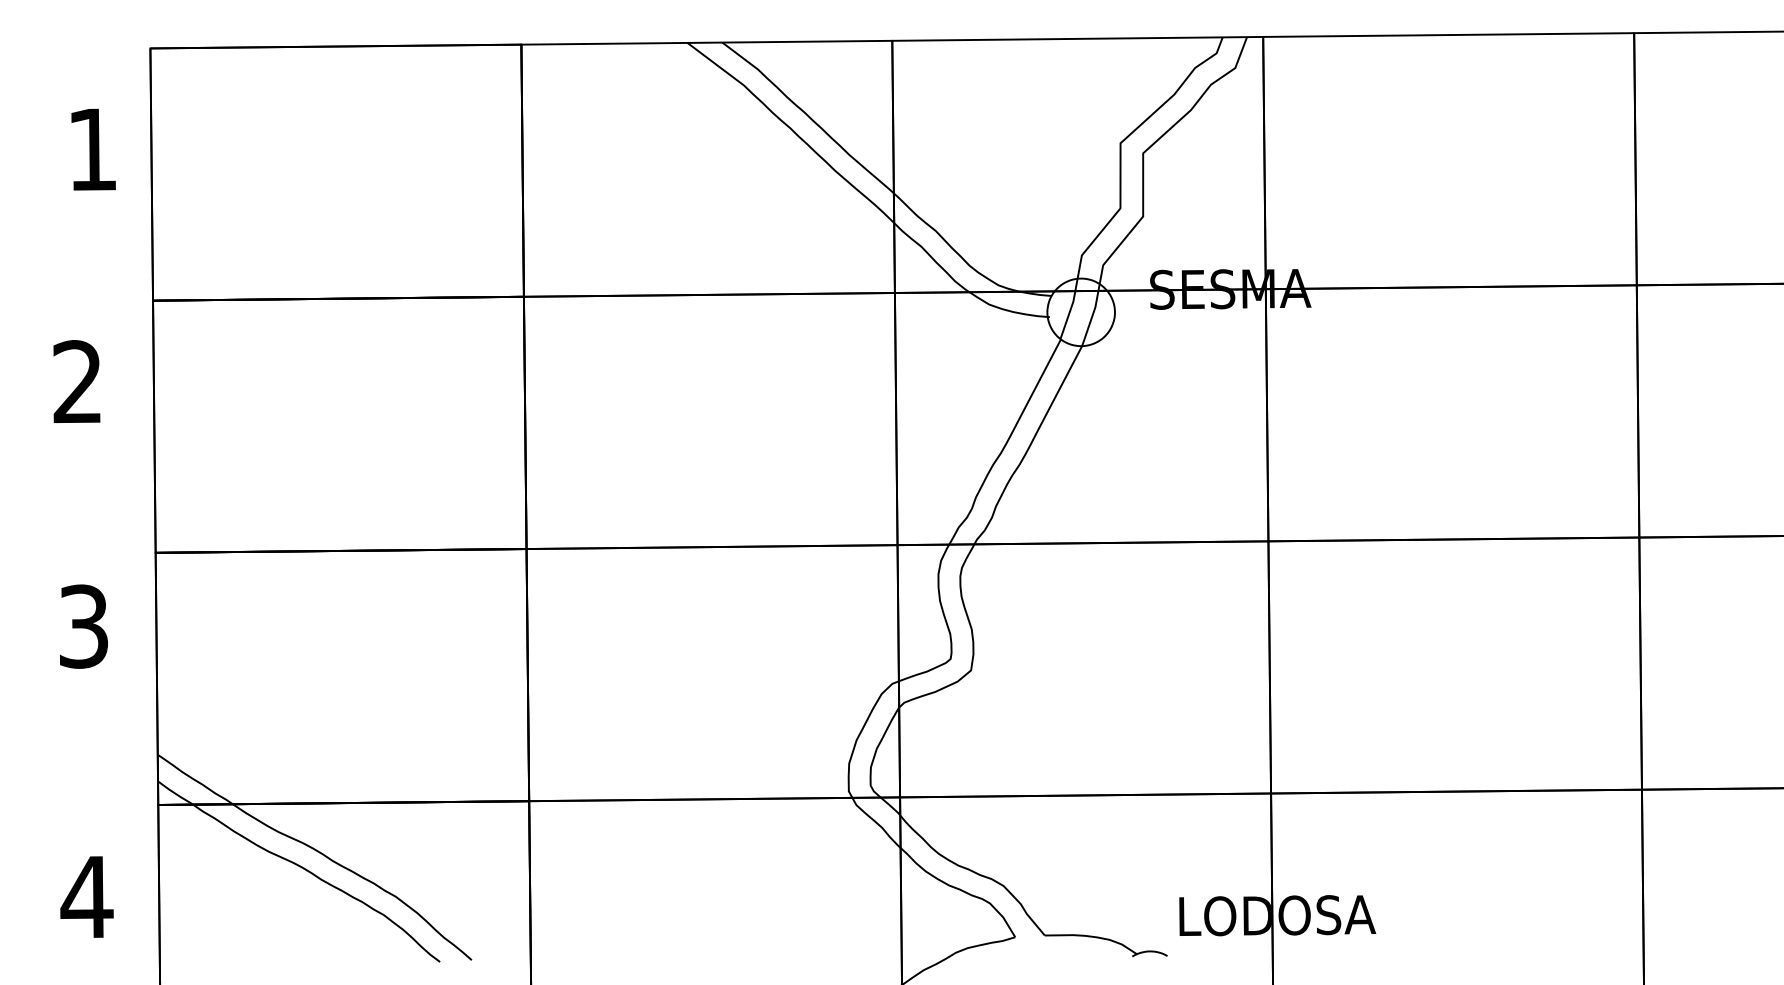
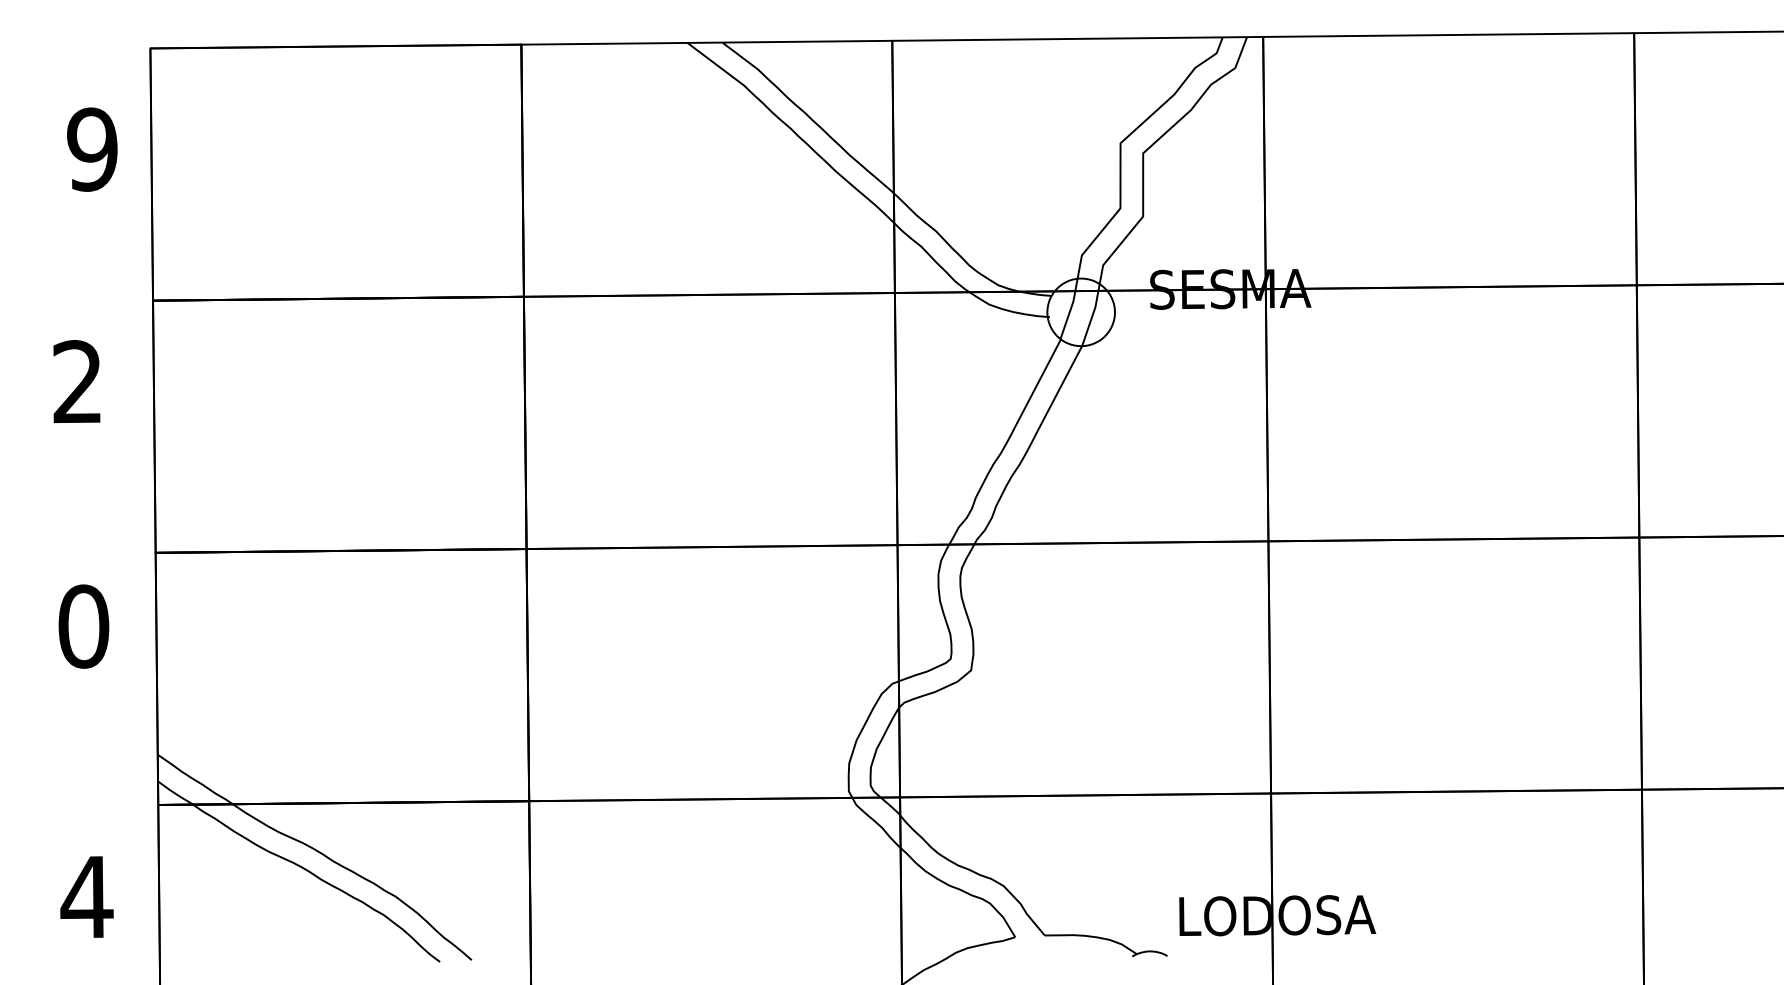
text at (92, 149): 1 -> 9
text at (83, 626): 3 -> 0
